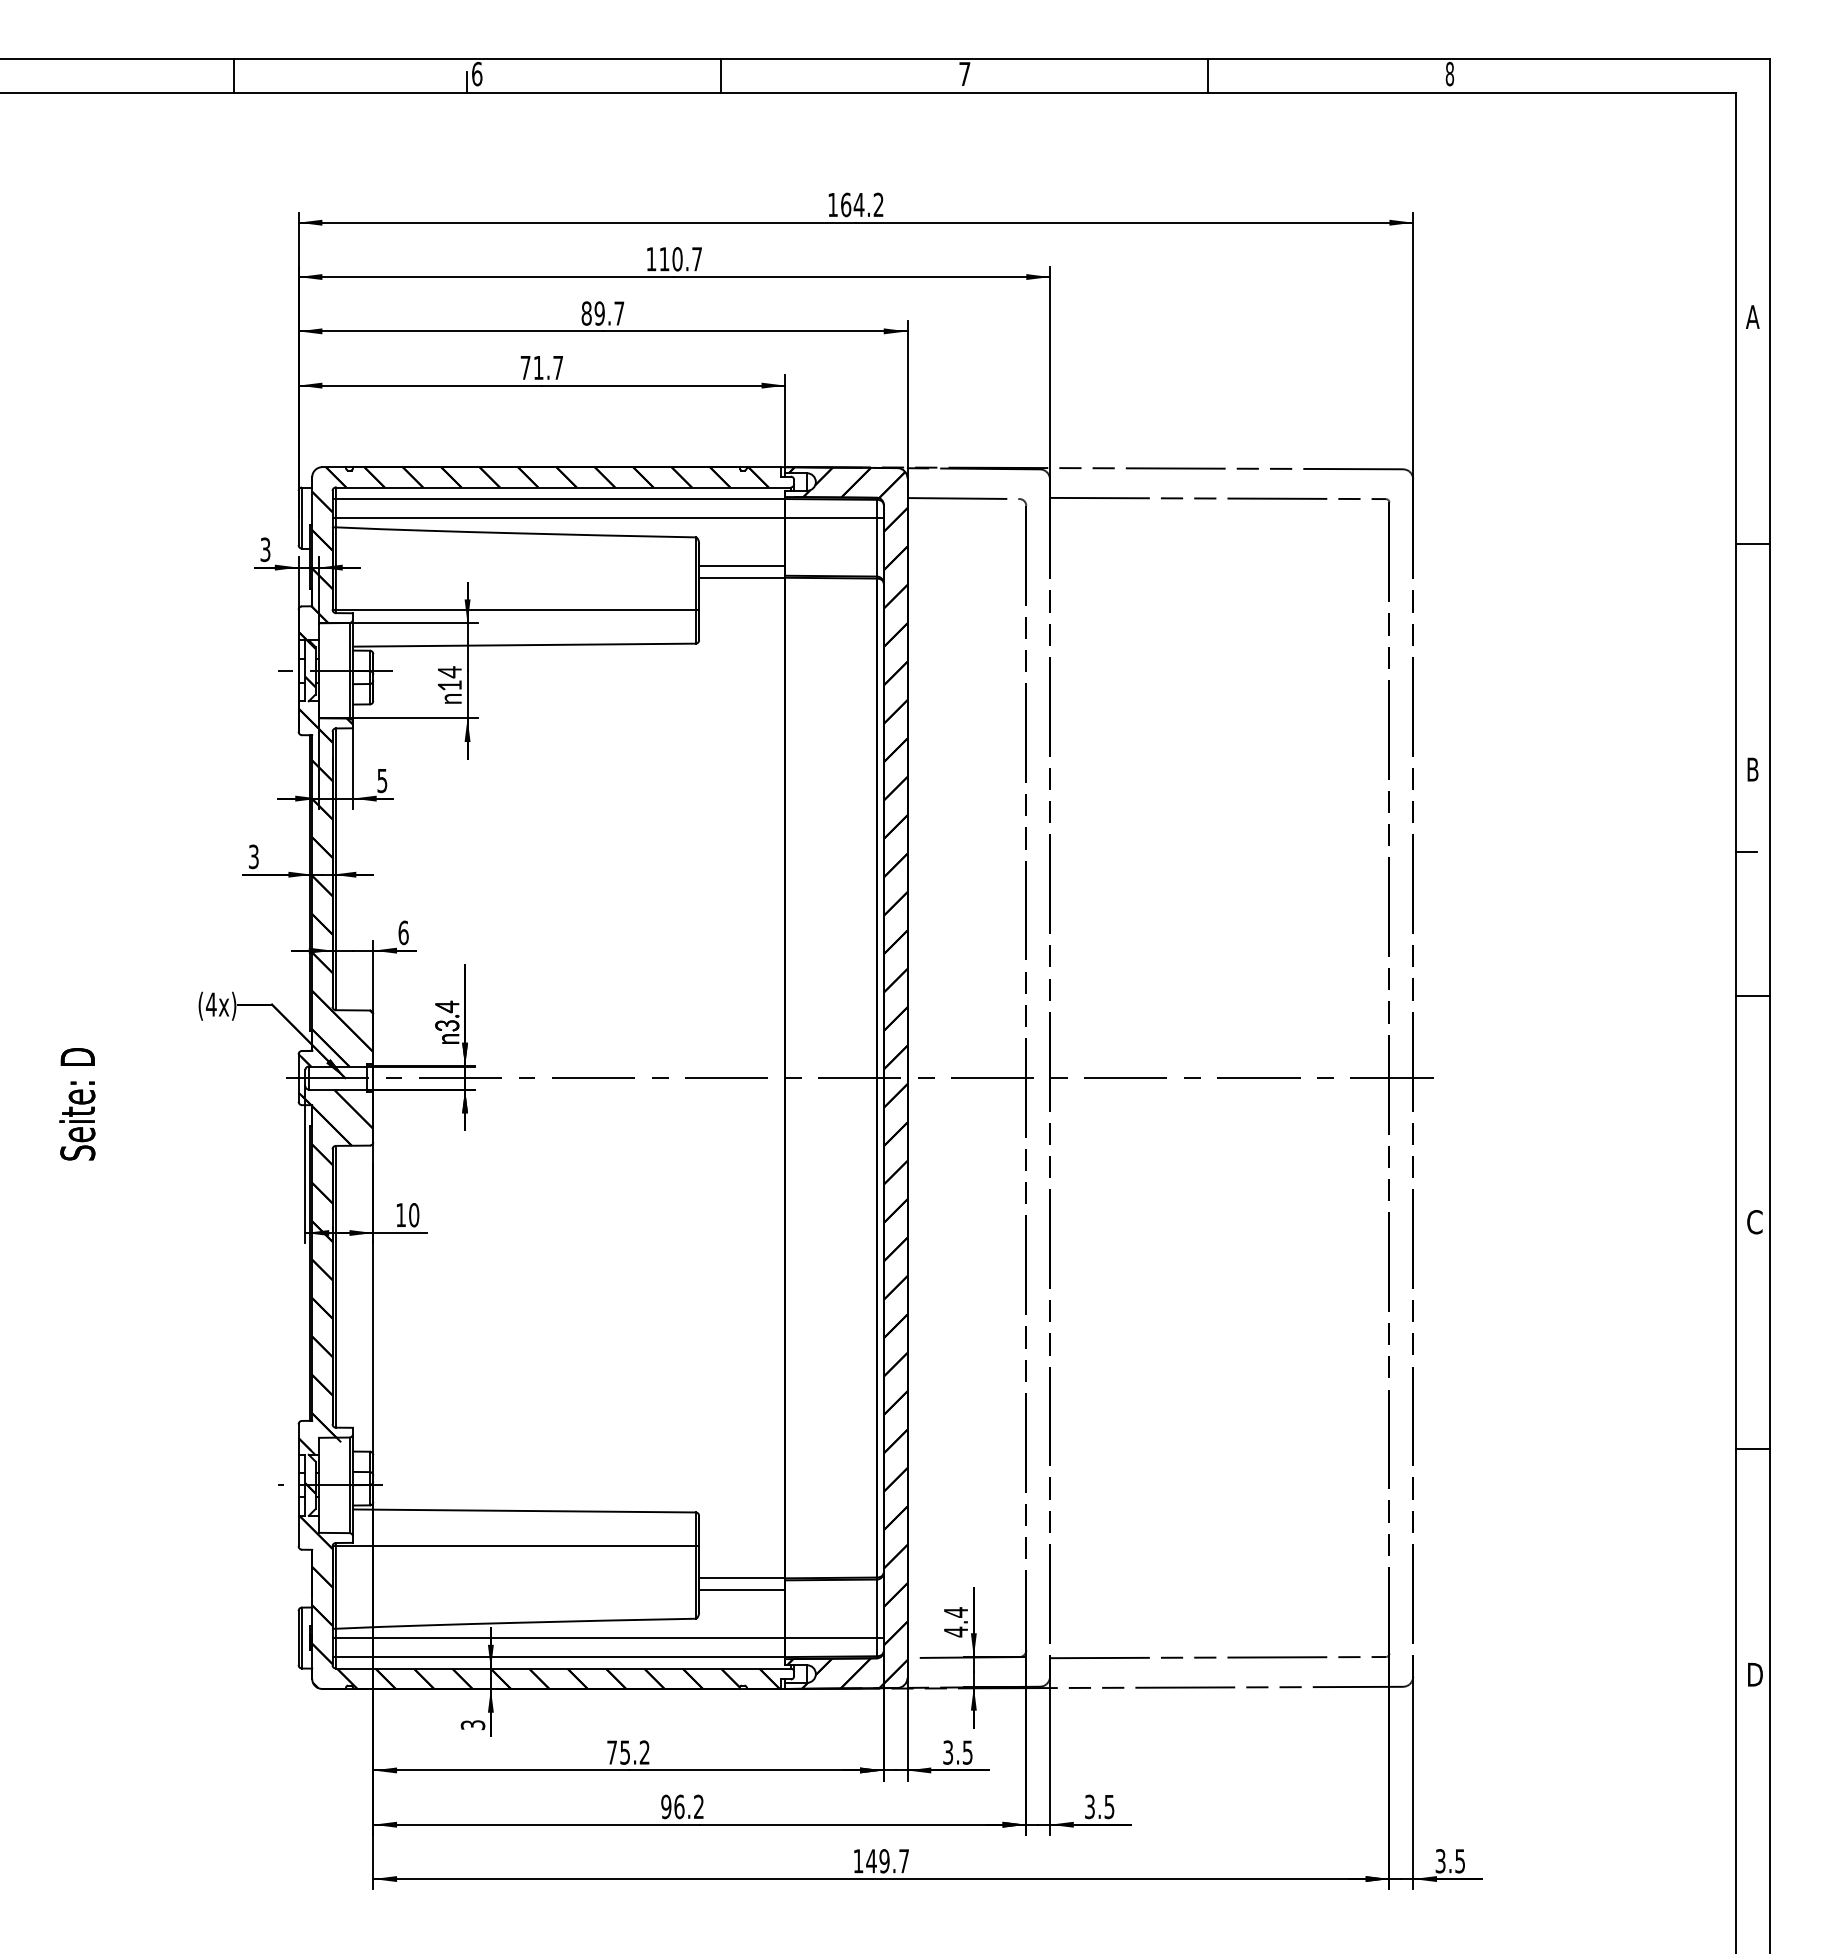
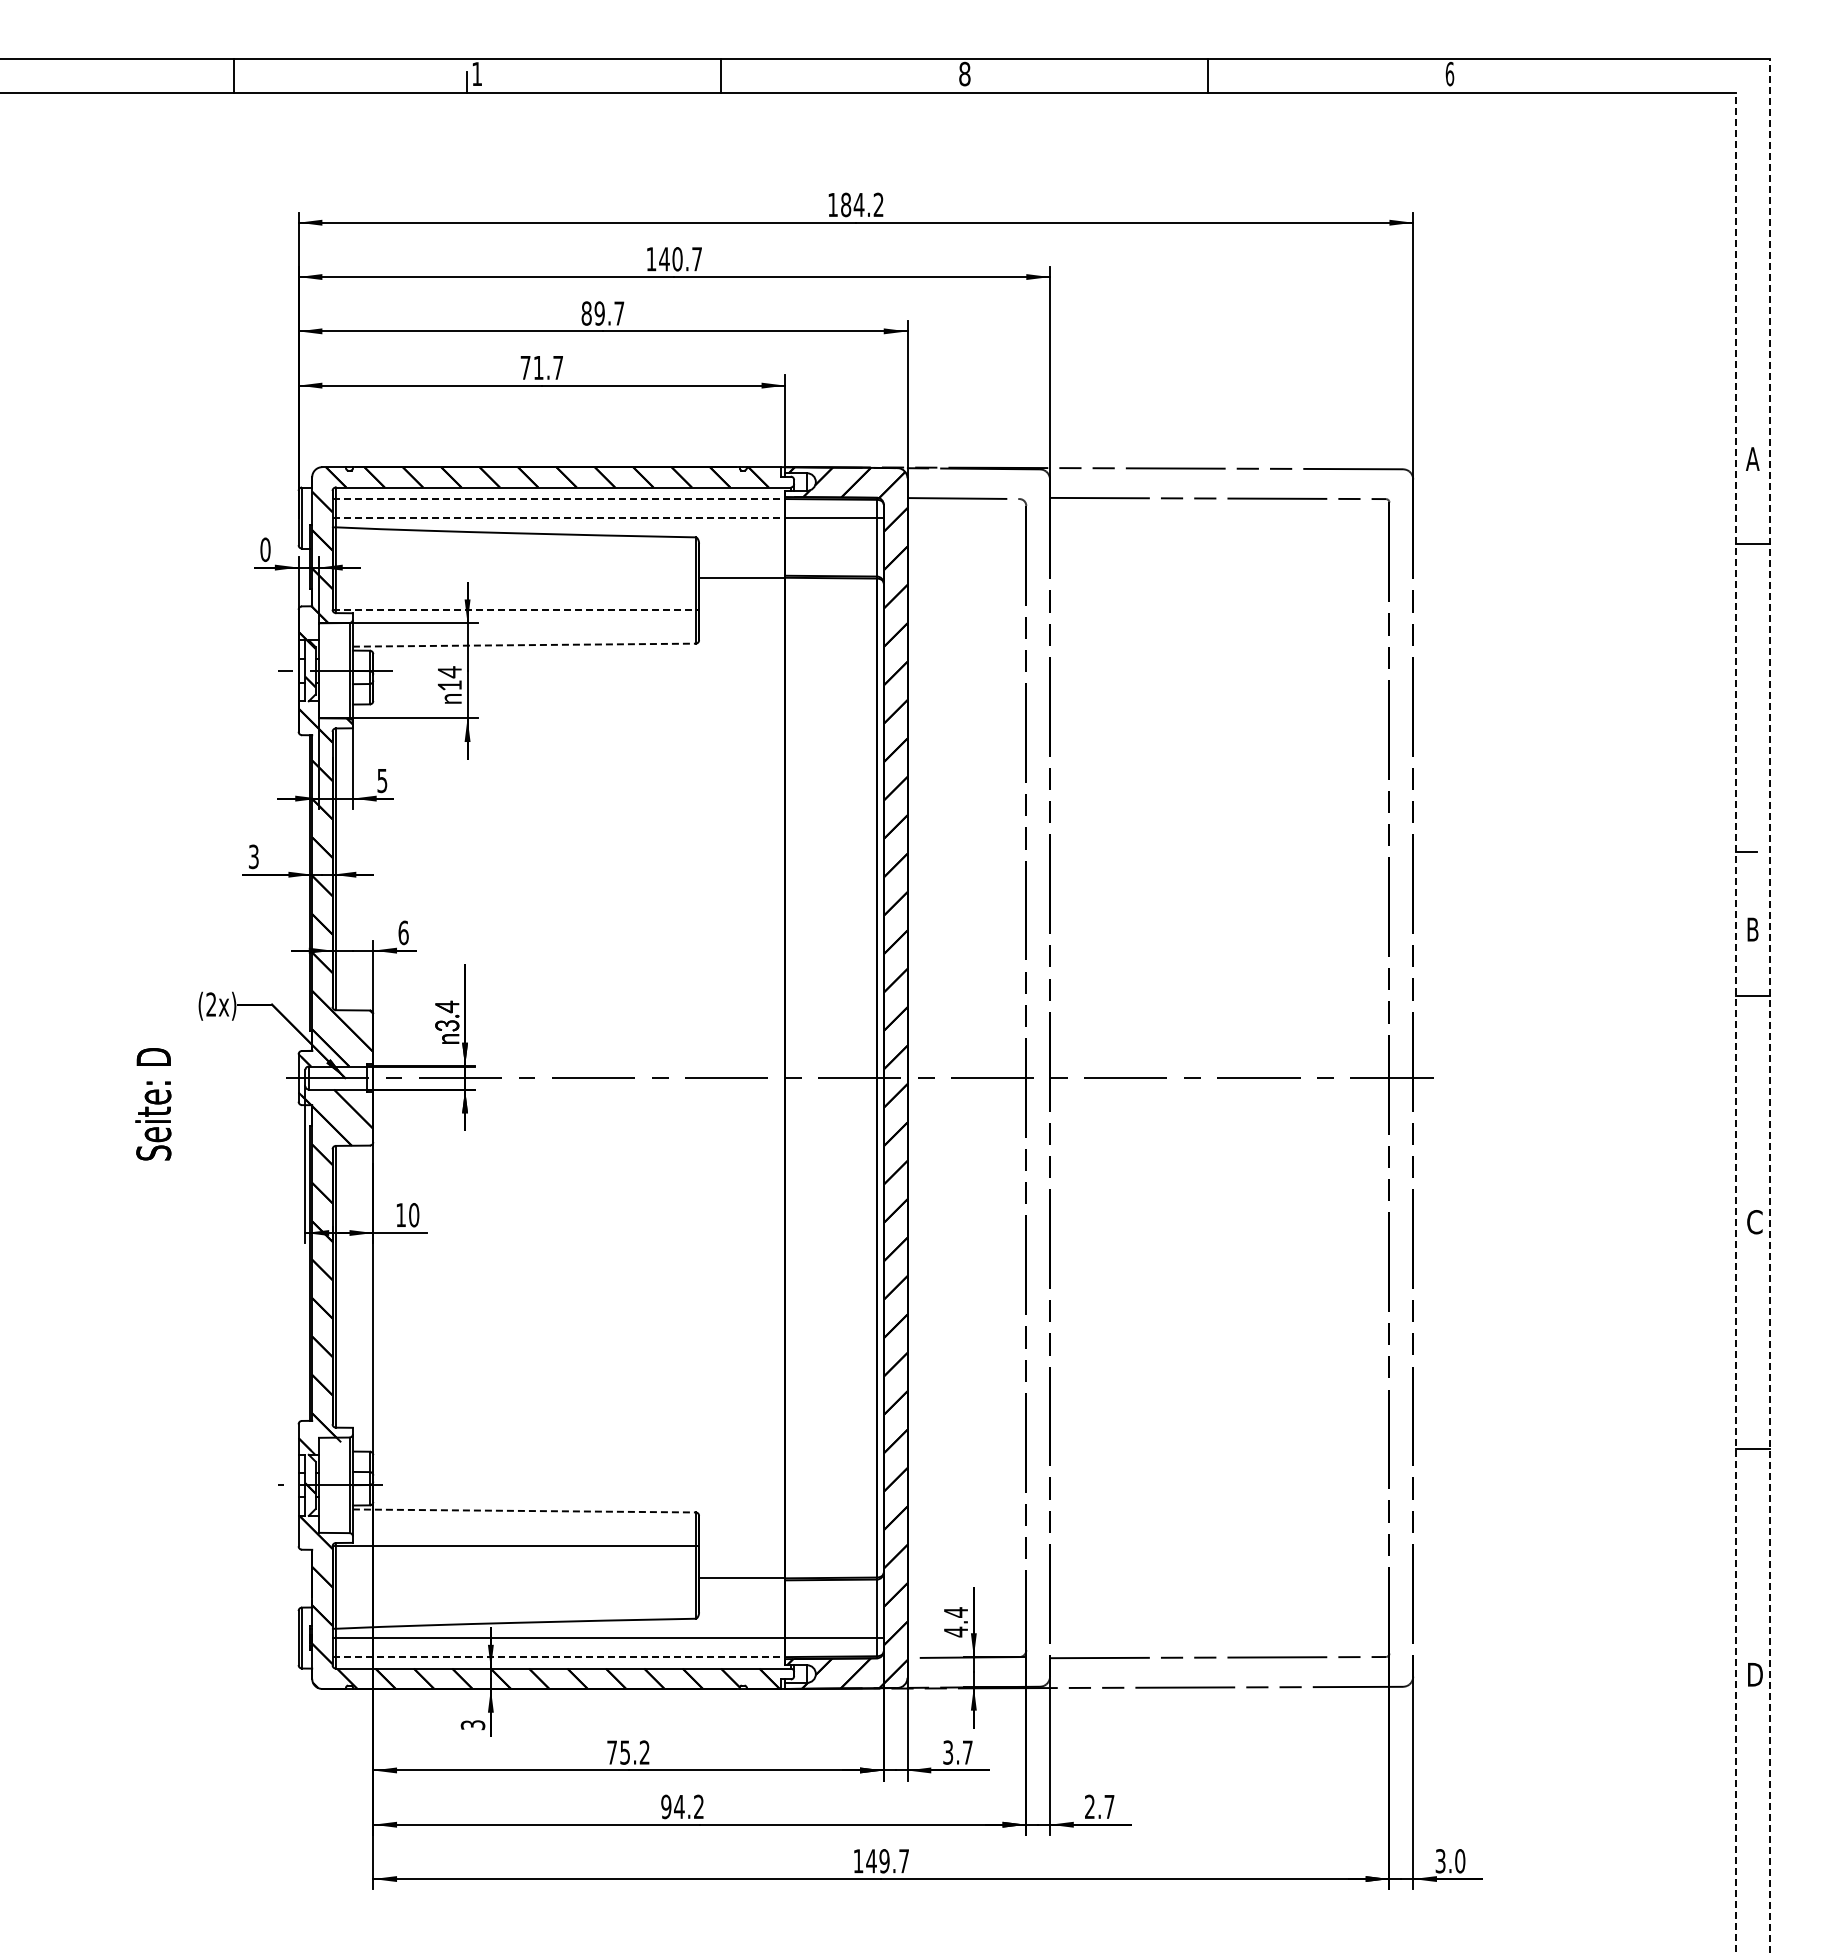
text at (477, 73): 6 -> 1
text at (964, 73): 7 -> 8
text at (1449, 73): 8 -> 6
text at (846, 204): 164.2 -> 184.2
text at (664, 259): 110.7 -> 140.7
text at (1752, 316) position: (1752, 316) -> (1752, 458)
line at (559, 499): solid -> dashed
line at (559, 518): solid -> dashed
text at (265, 549): 3 -> 0
line at (742, 566): present -> none
line at (516, 609): solid -> dashed
line at (524, 645): solid -> dashed
text at (1752, 769) position: (1752, 769) -> (1752, 929)
text at (211, 1004): (4x) -> (2x)
line at (1770, 1005): solid -> dashed
line at (1736, 1023): solid -> dashed
text at (77, 1104) position: (77, 1104) -> (153, 1104)
line at (524, 1510): solid -> dashed
line at (742, 1589): present -> none
line at (559, 1657): solid -> dashed
text at (967, 1752): 3.5 -> 3.7
text at (679, 1806): 96.2 -> 94.2
text at (1099, 1807): 3.5 -> 2.7
text at (1460, 1861): 3.5 -> 3.0
